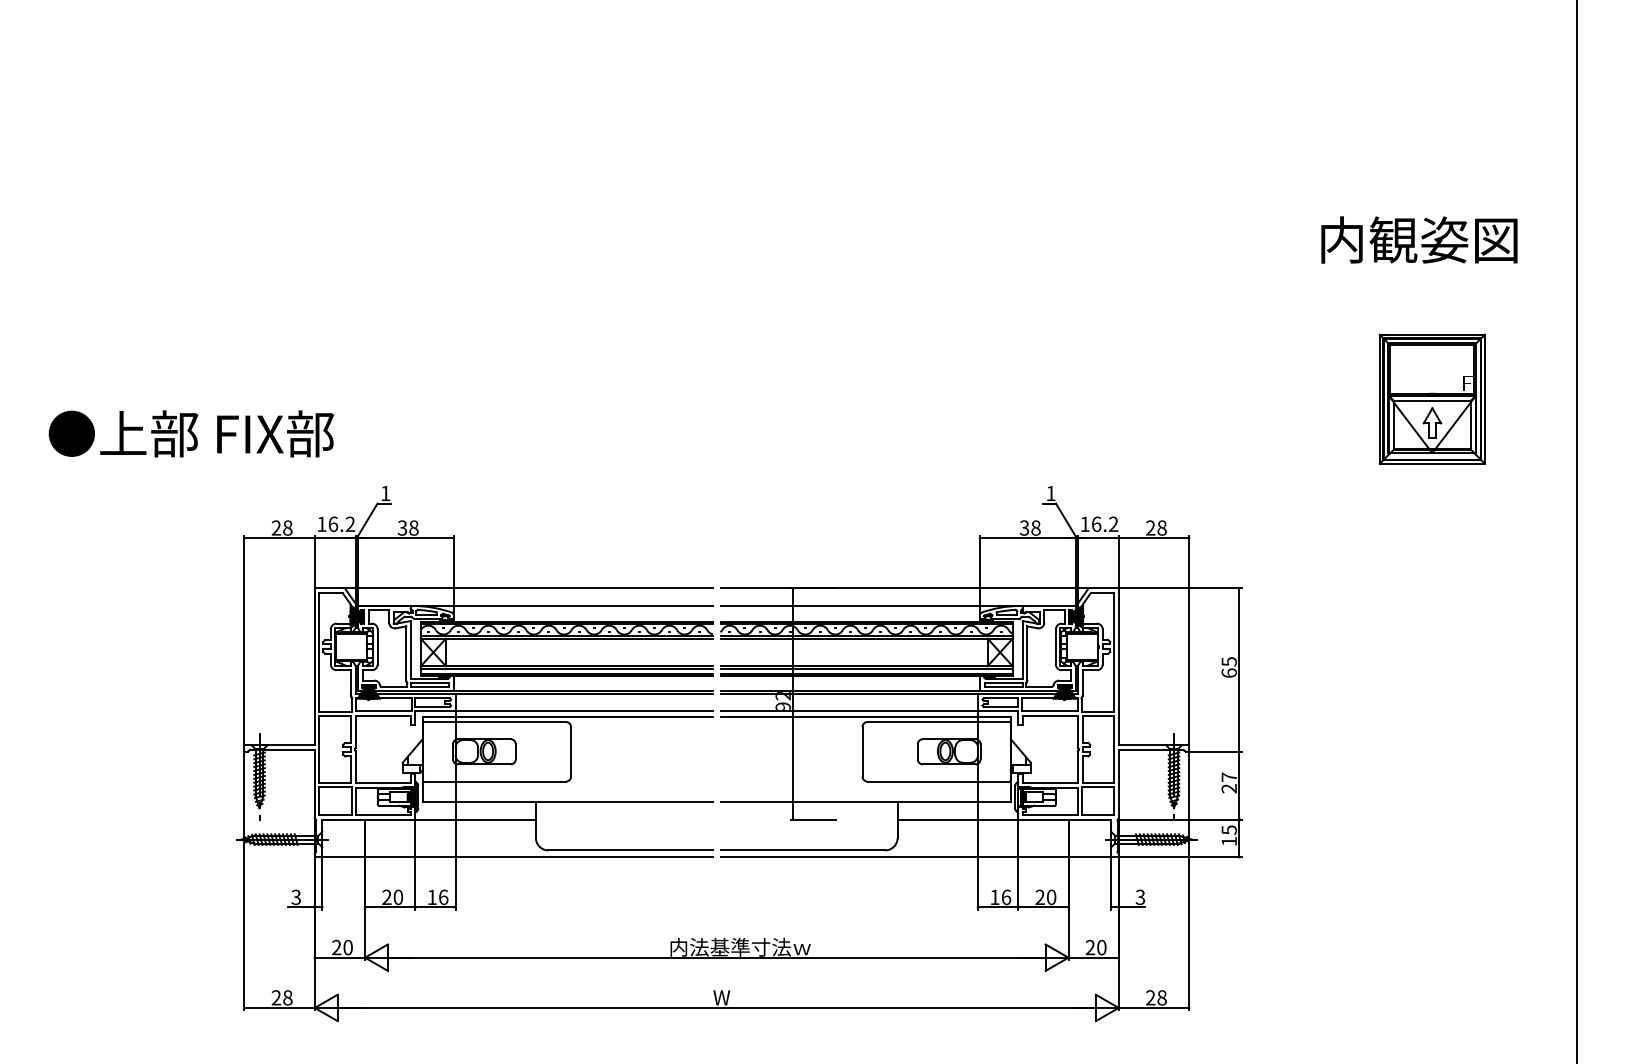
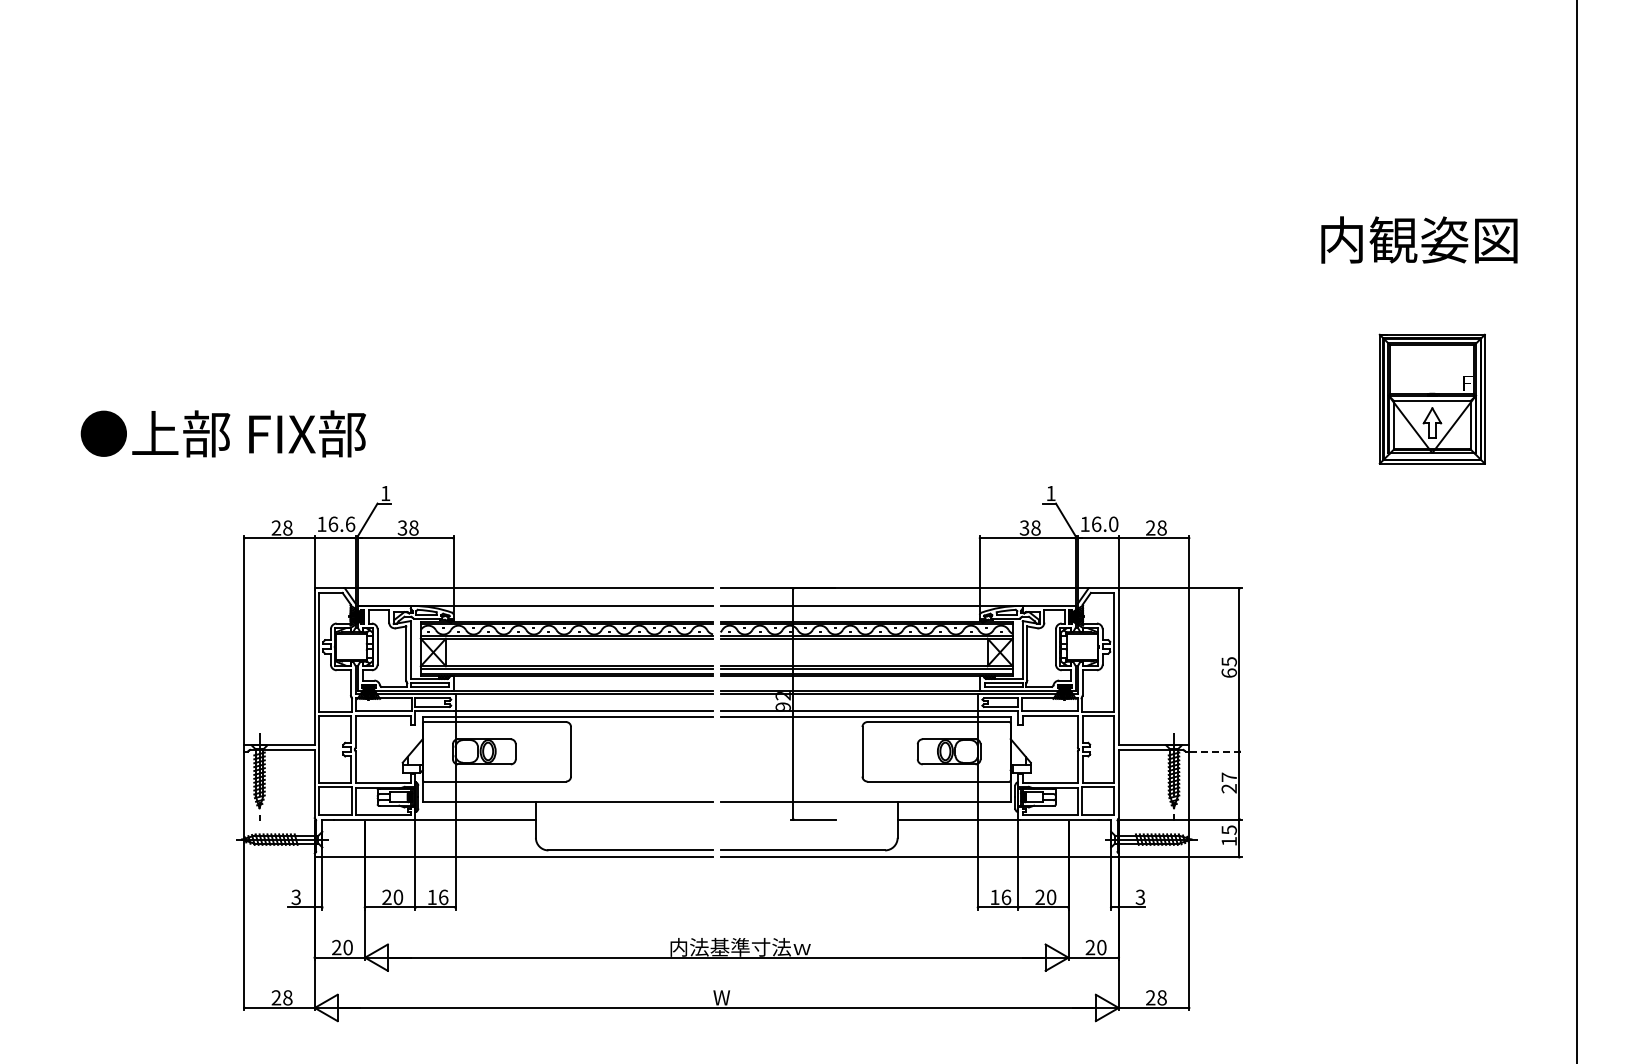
text at (190, 433) position: (190, 433) -> (222, 433)
text at (350, 523): 16.2 -> 16.6
text at (1113, 524): 16.2 -> 16.0
line at (1216, 751): solid -> dashed
